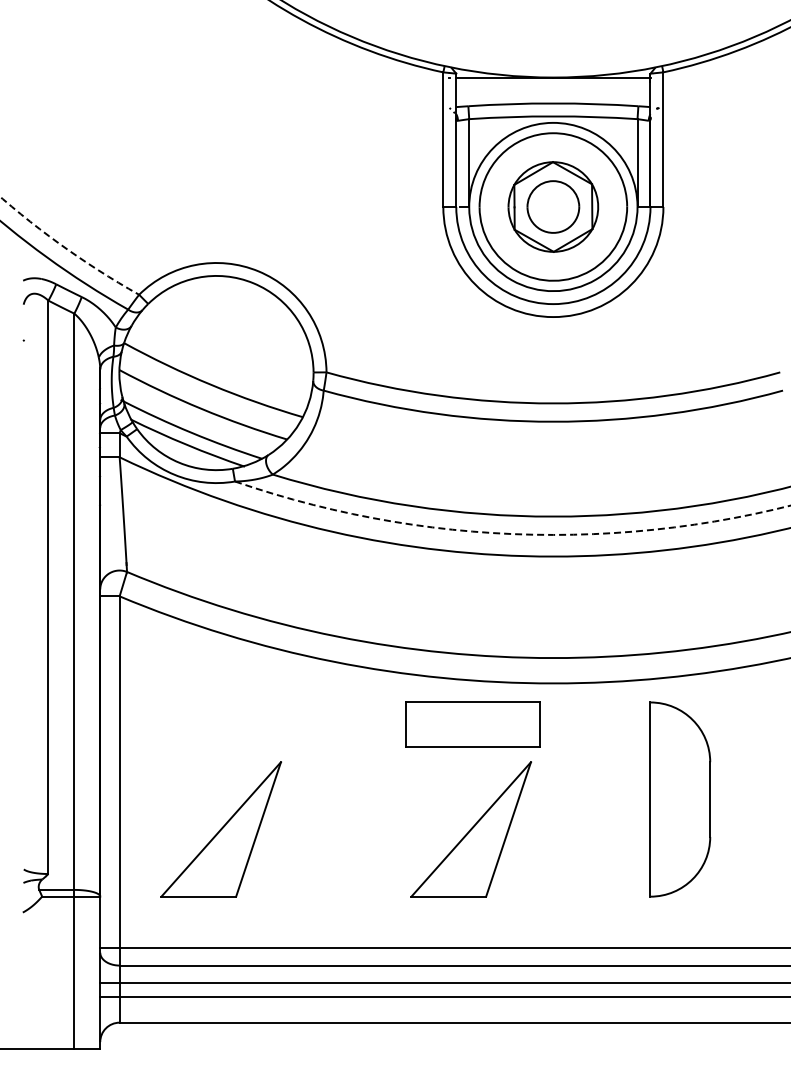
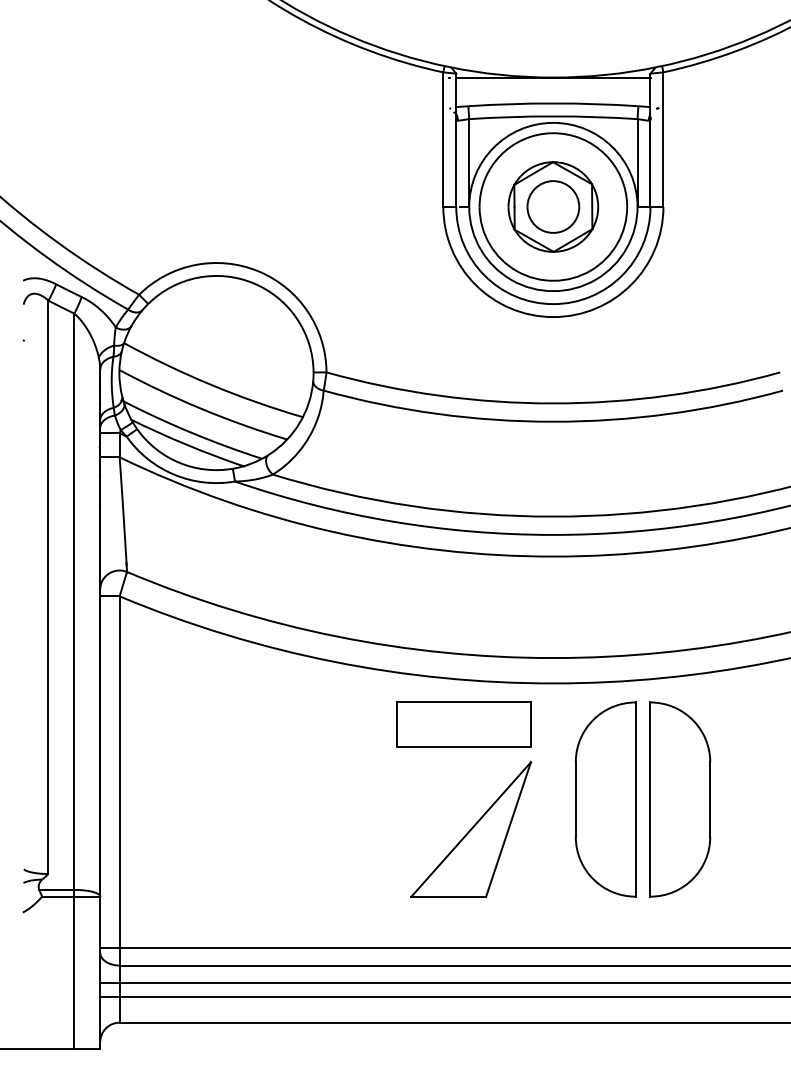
arc at (66, 249): dashed -> solid
arc at (512, 534): dashed -> solid
part at (472, 724) position: (472, 724) -> (463, 724)
part at (605, 799): none -> present
part at (220, 829): present -> none
